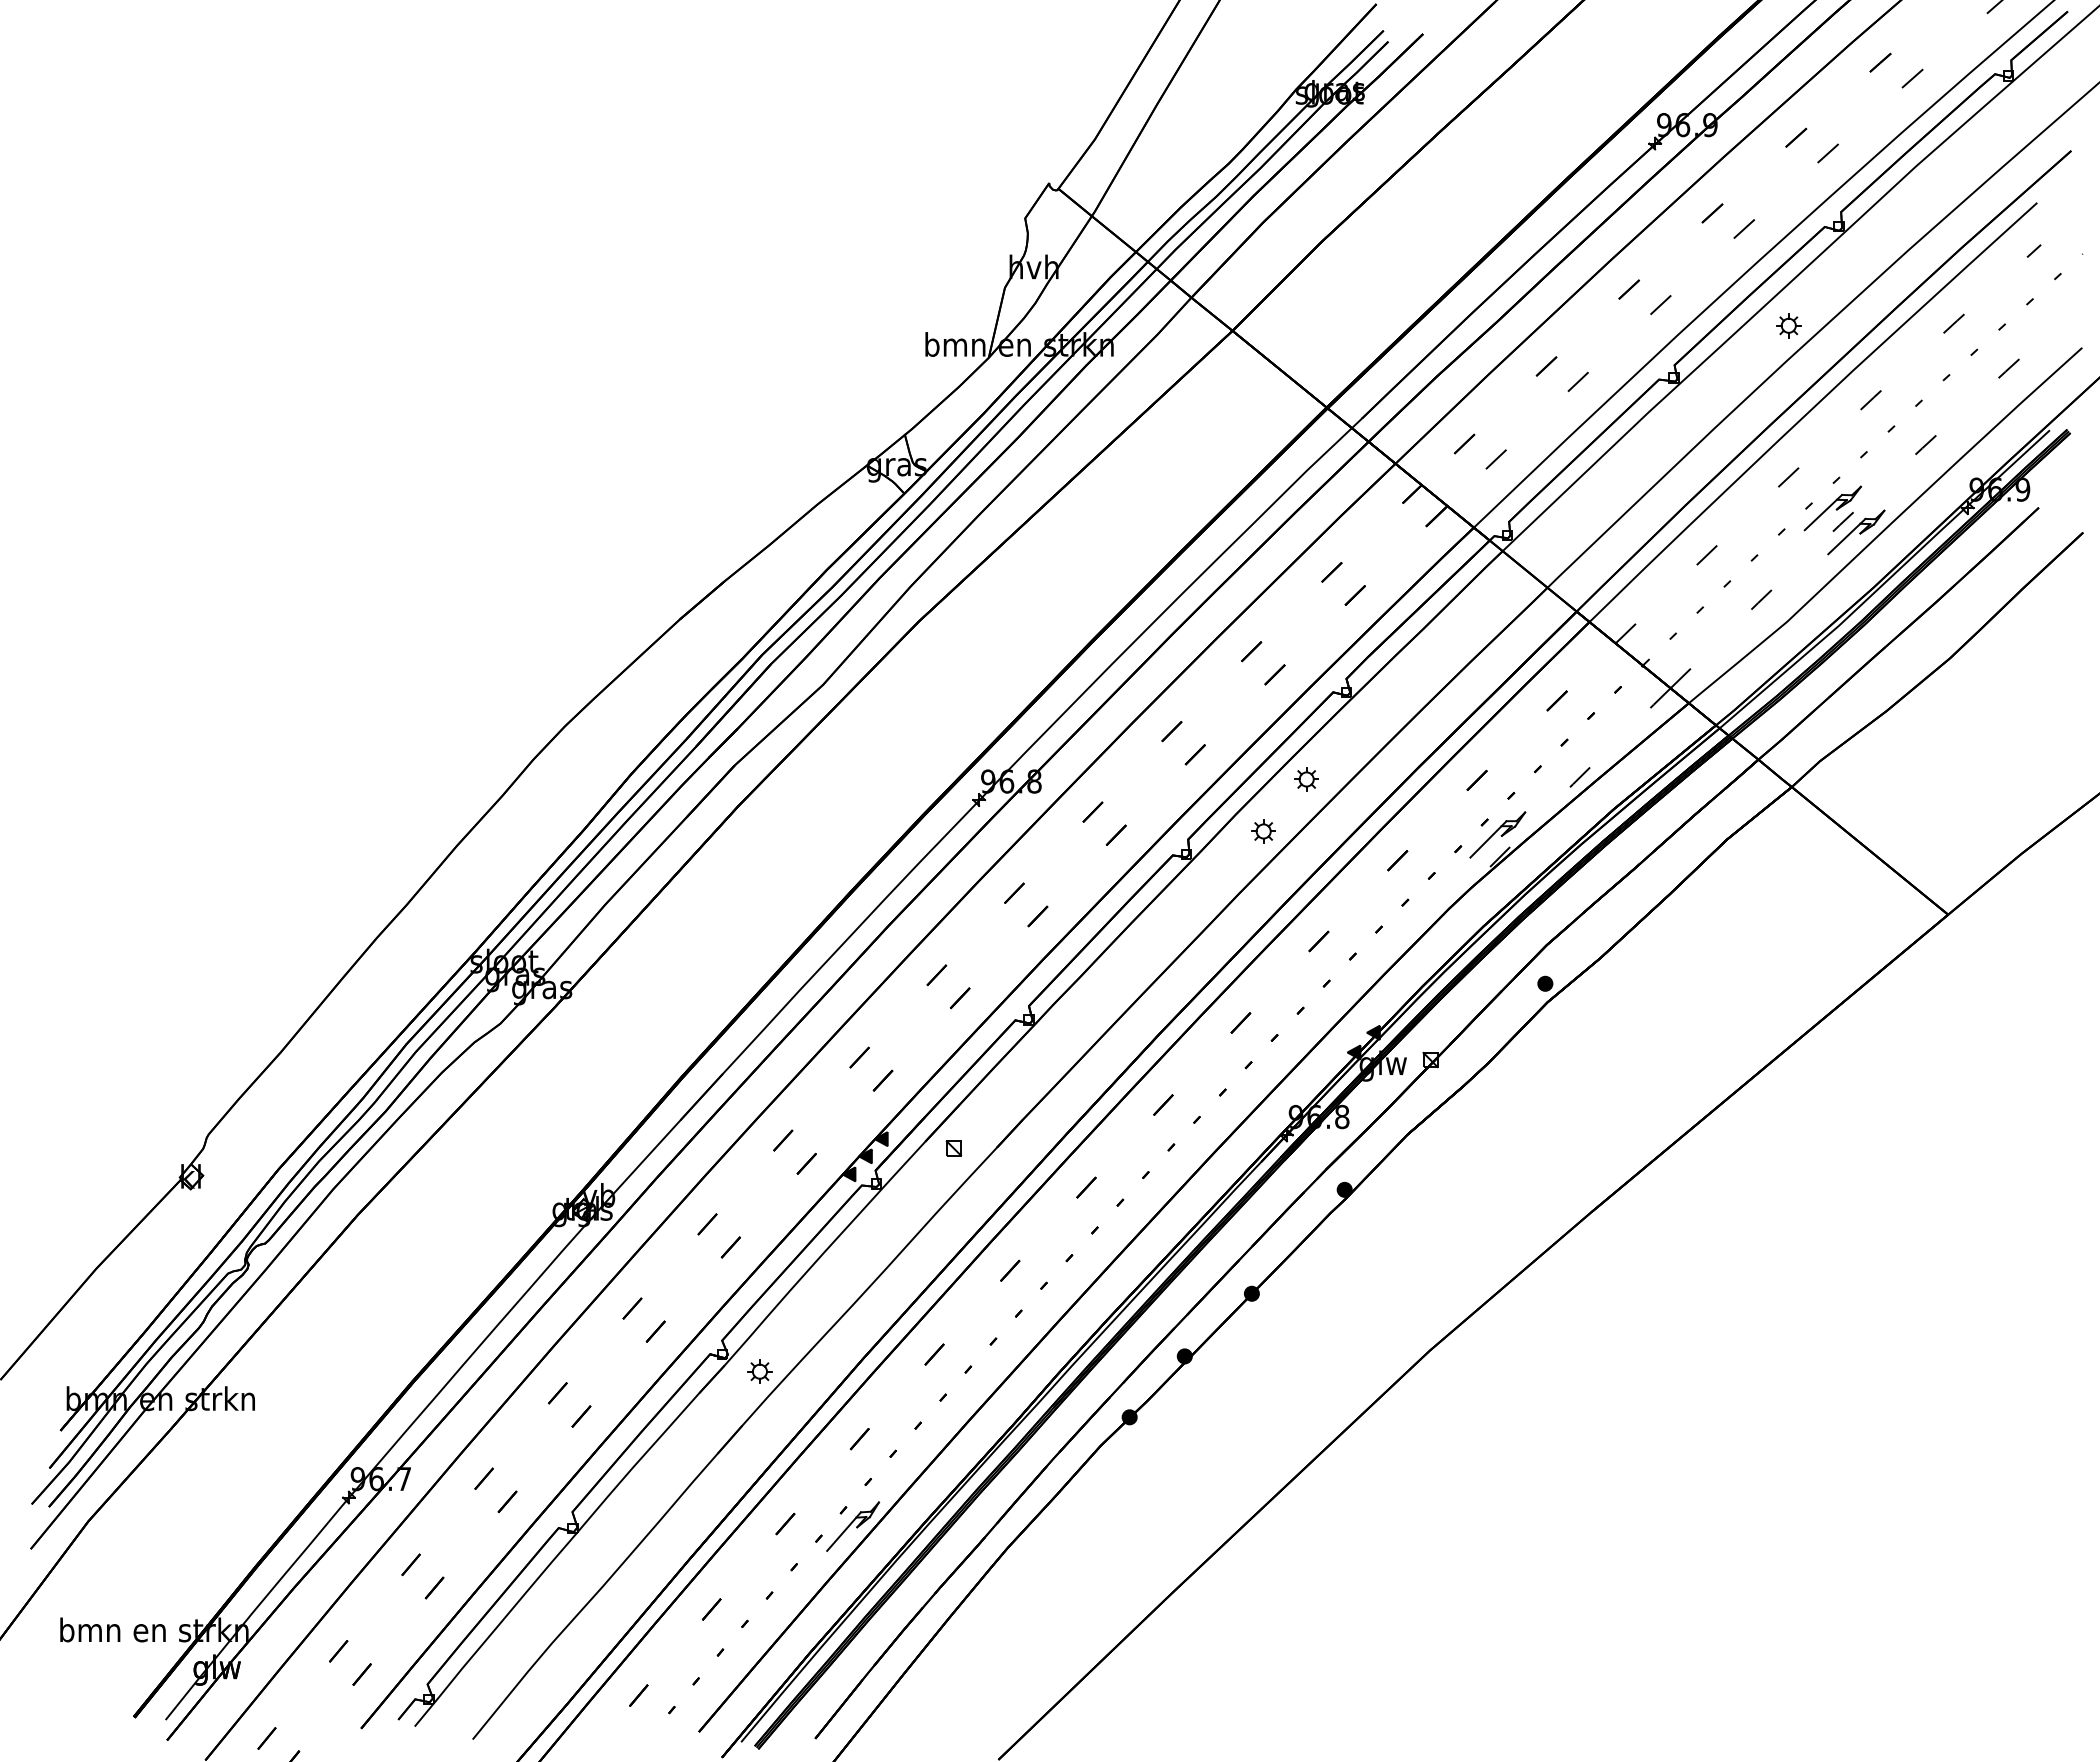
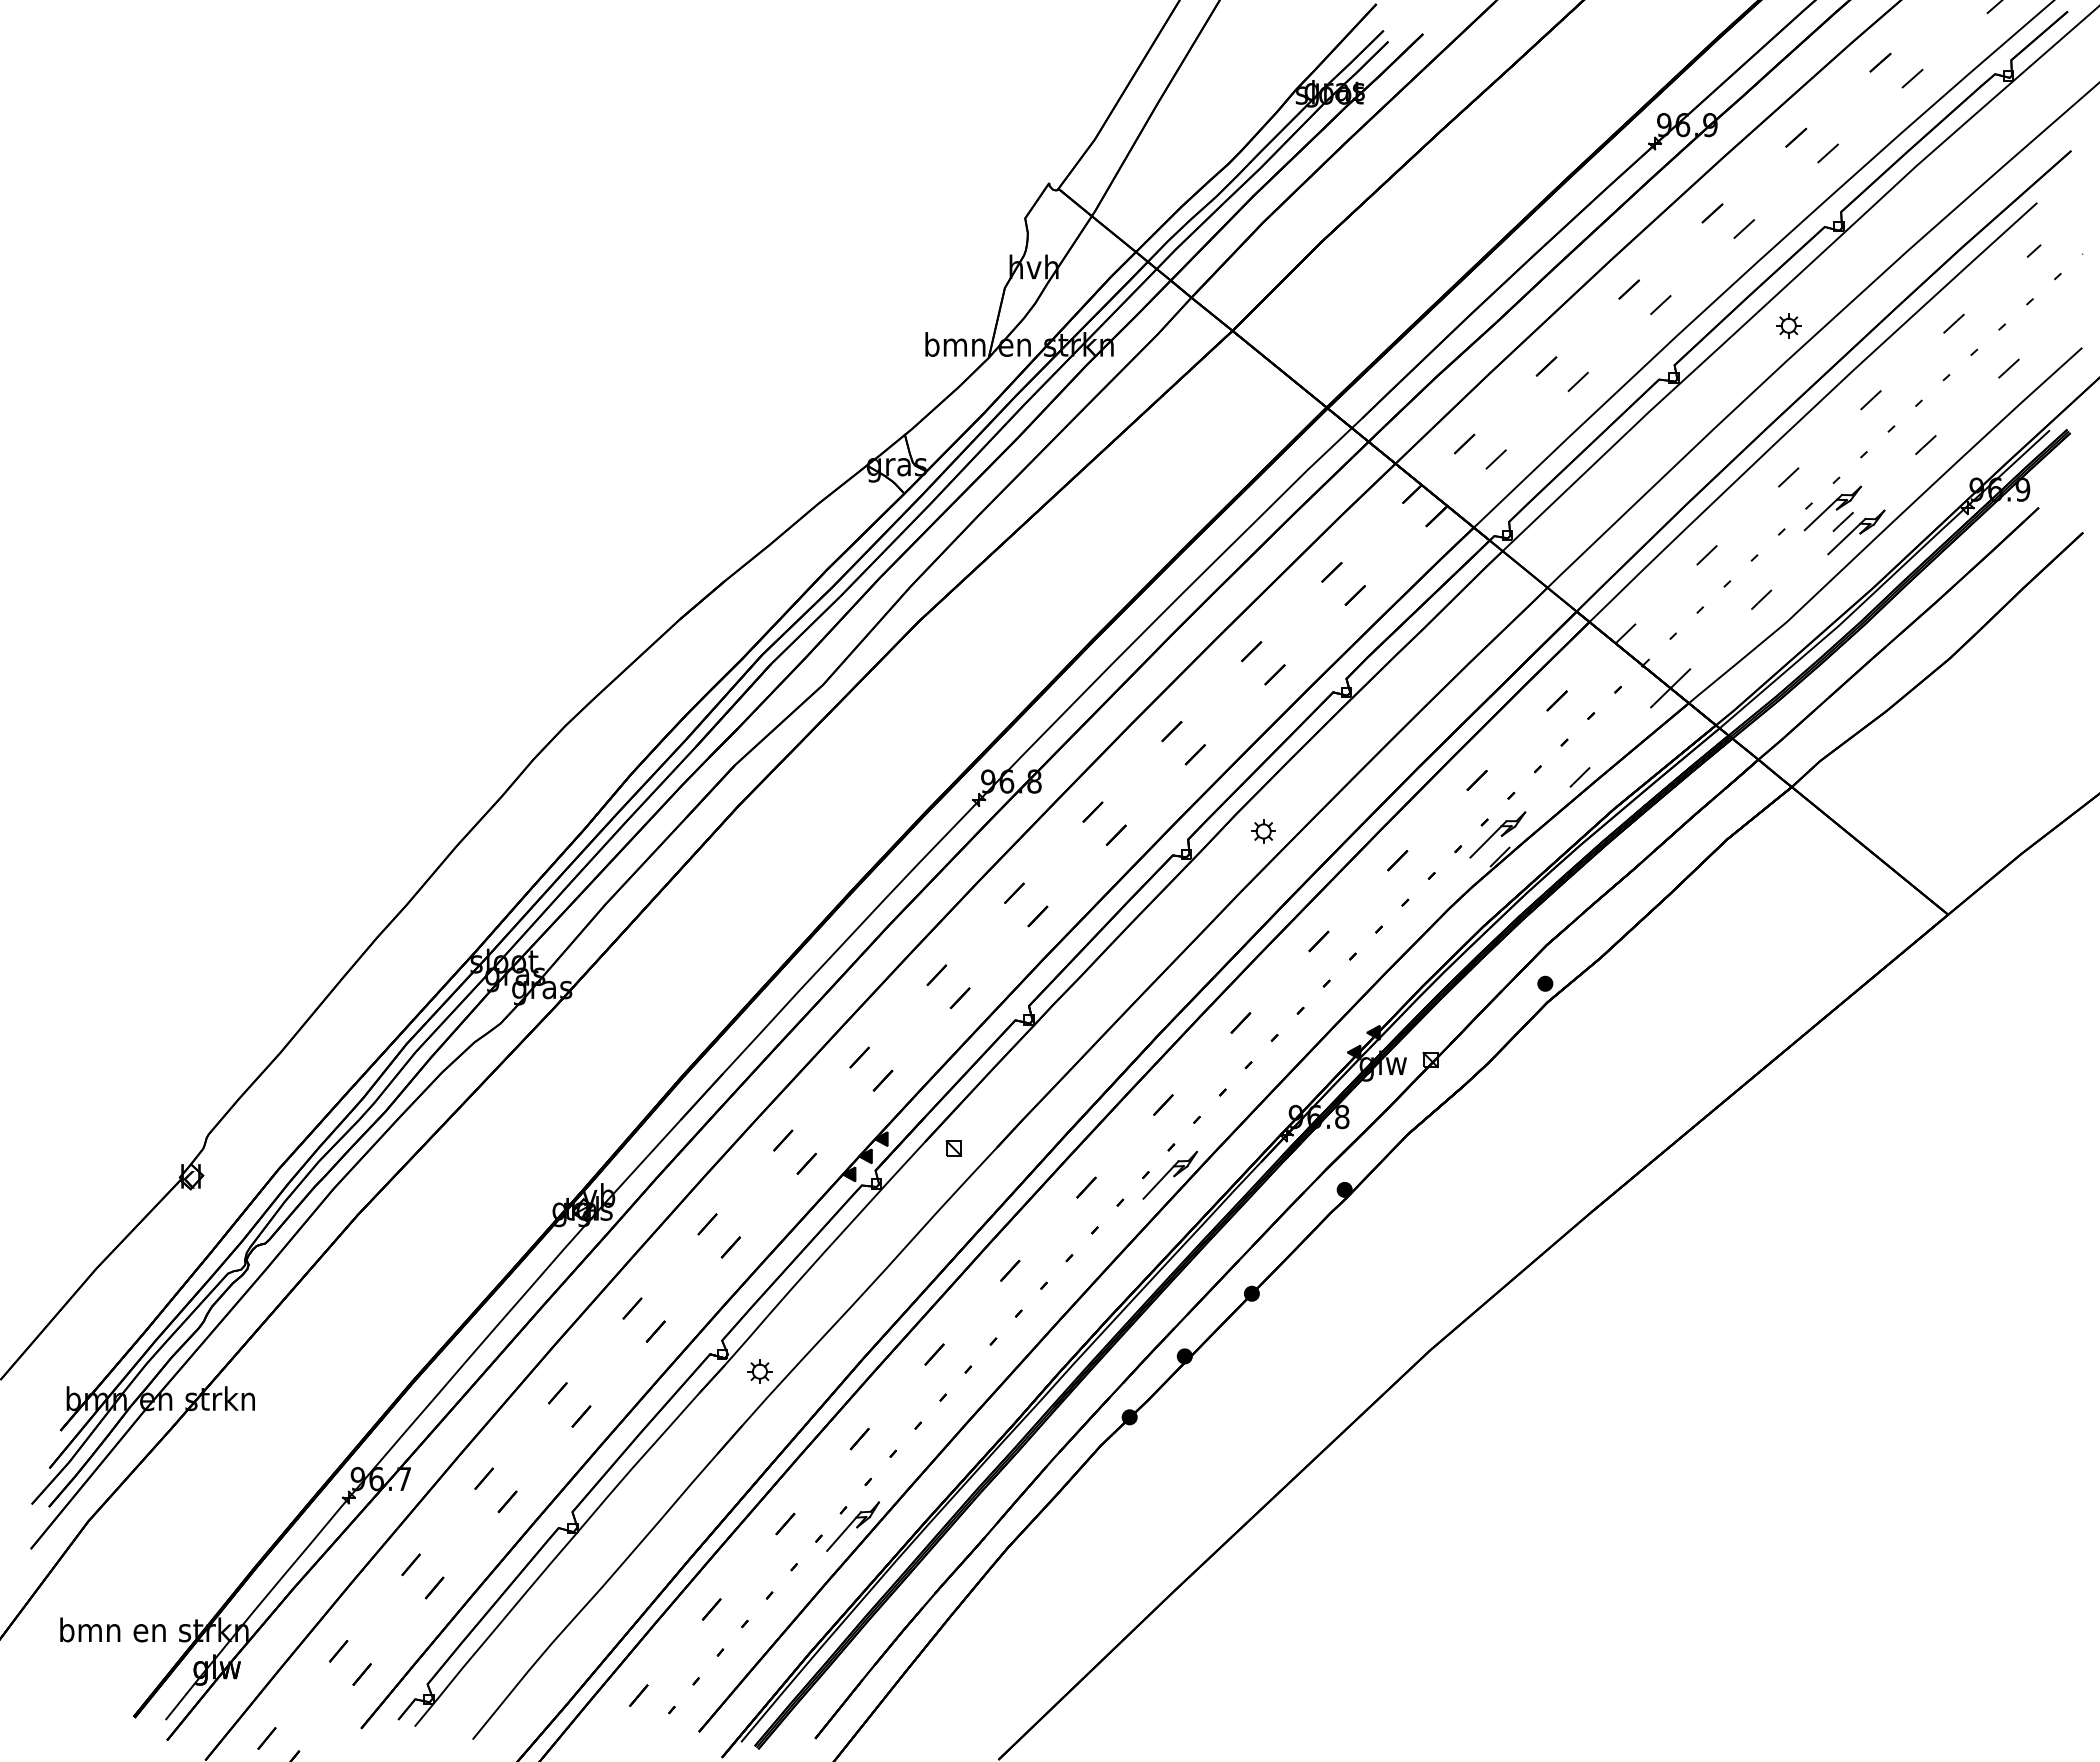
part at (1306, 779): present -> none
part at (1169, 1174): none -> present
